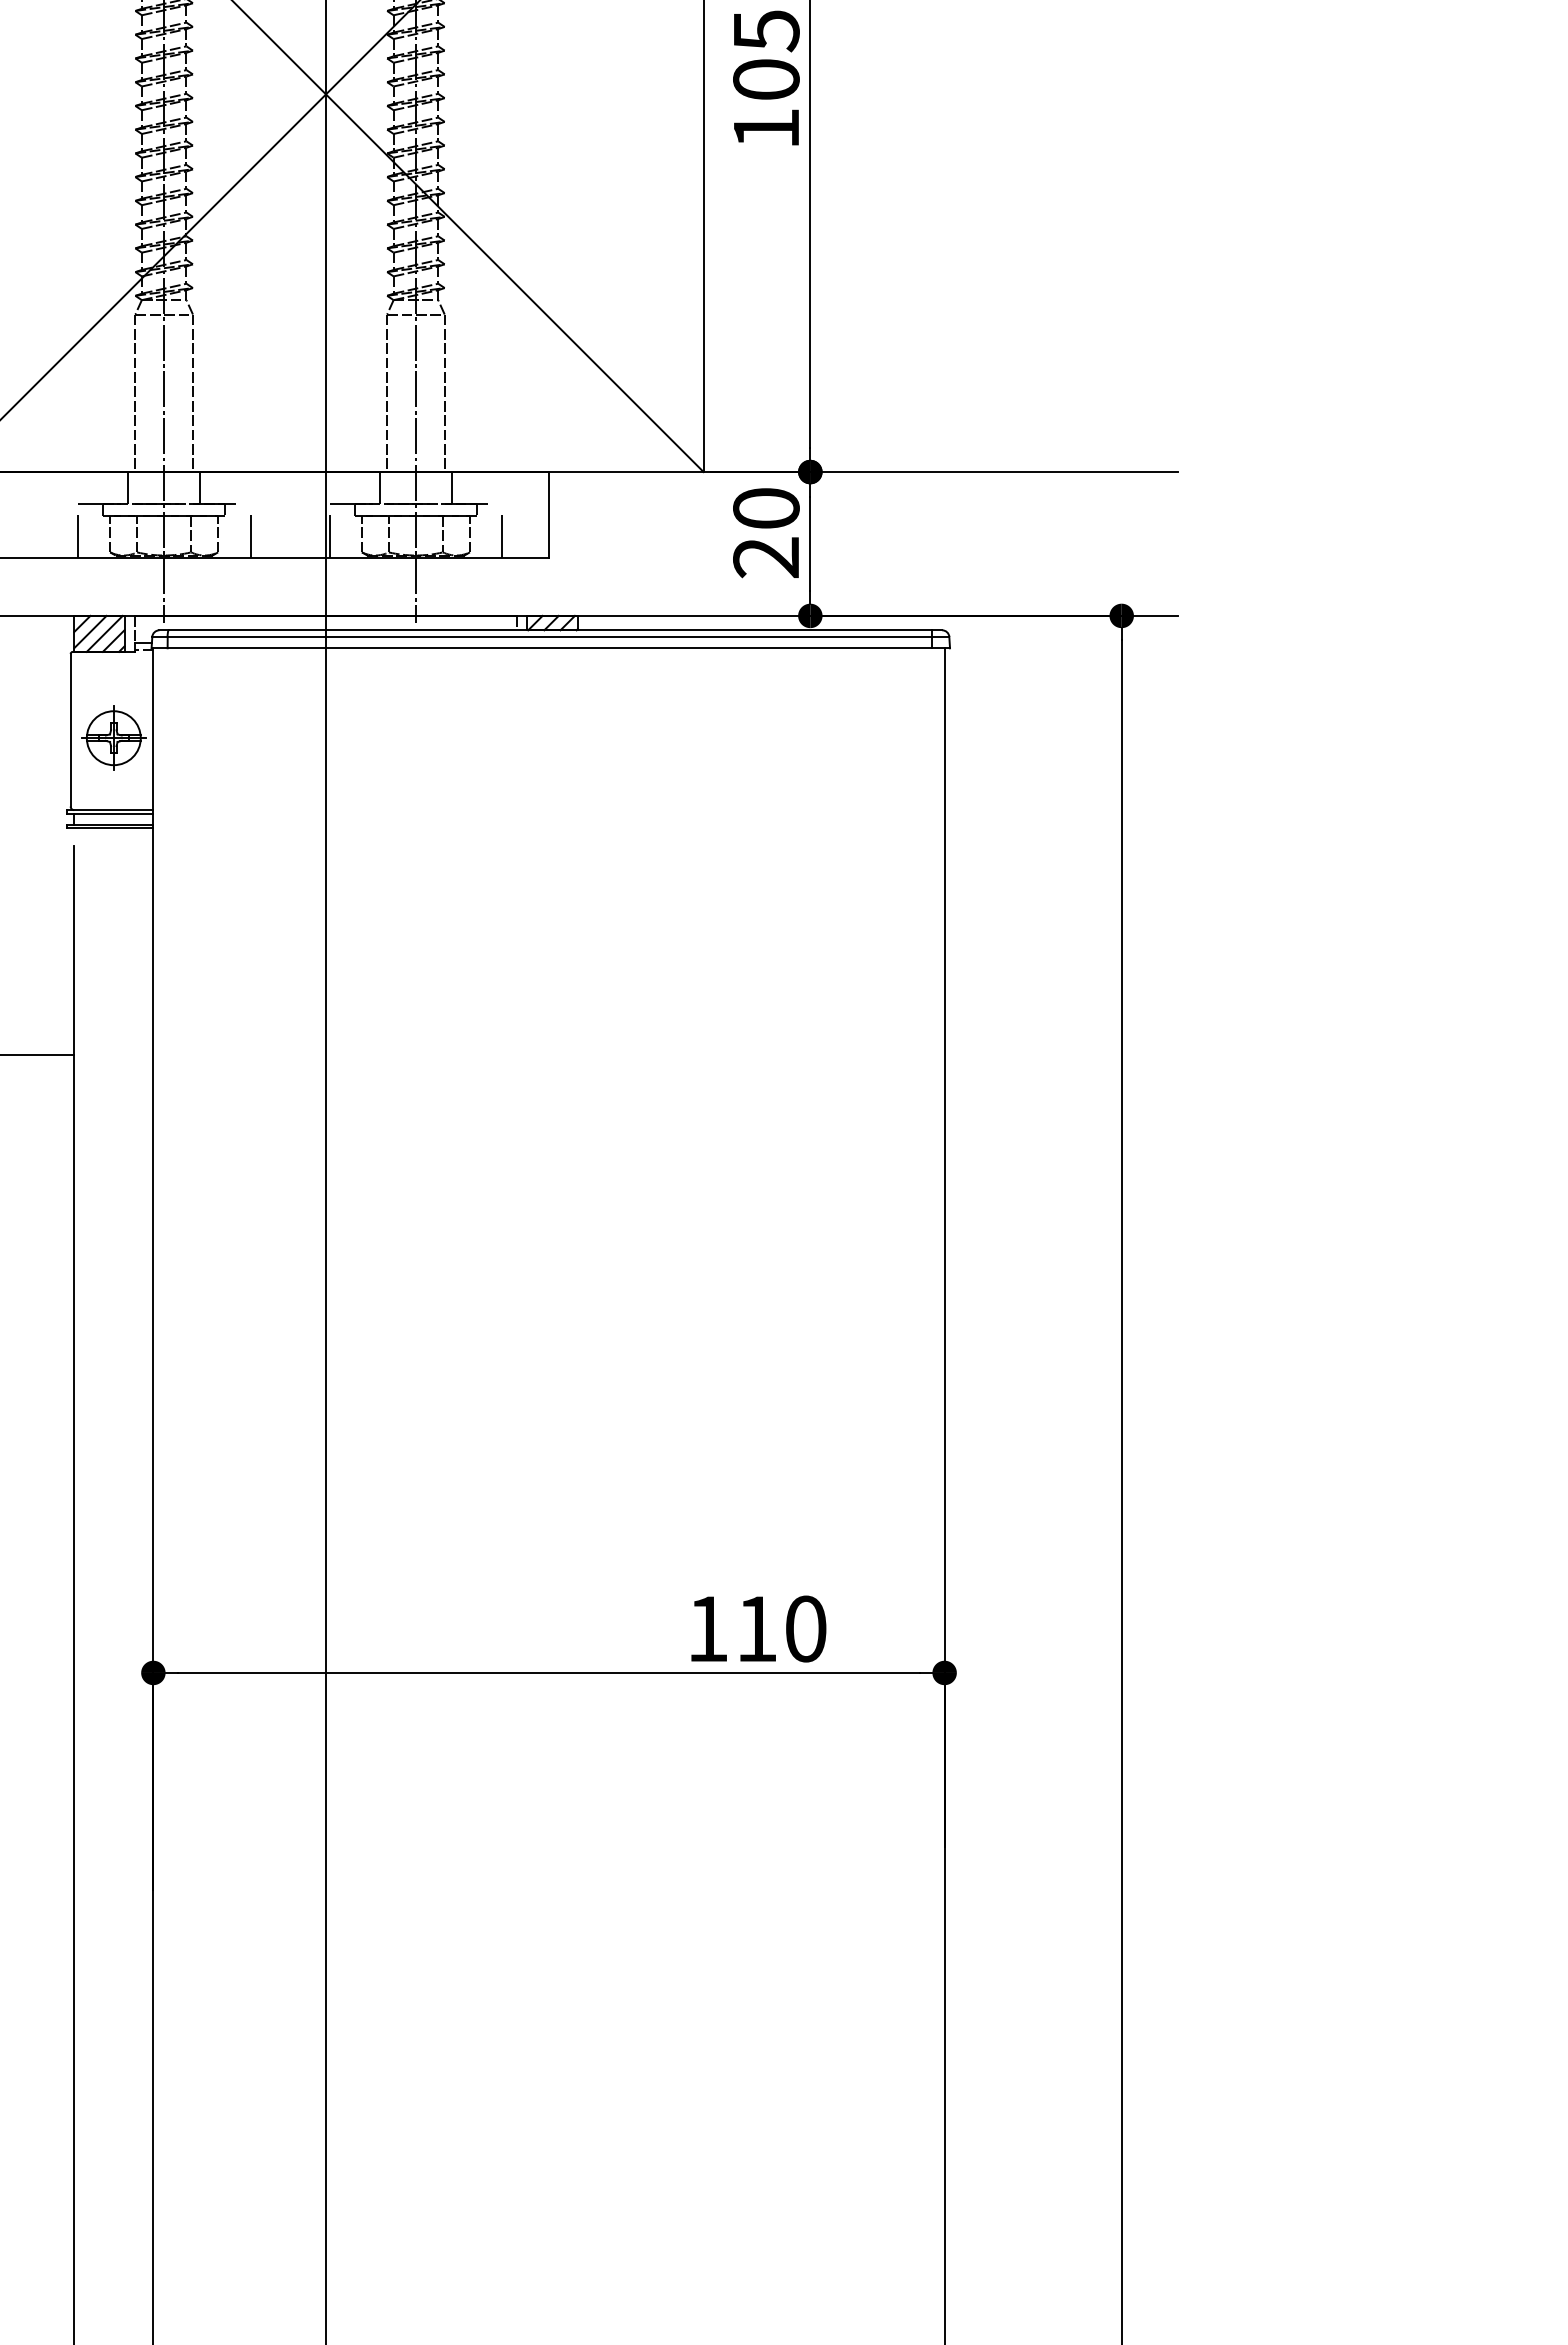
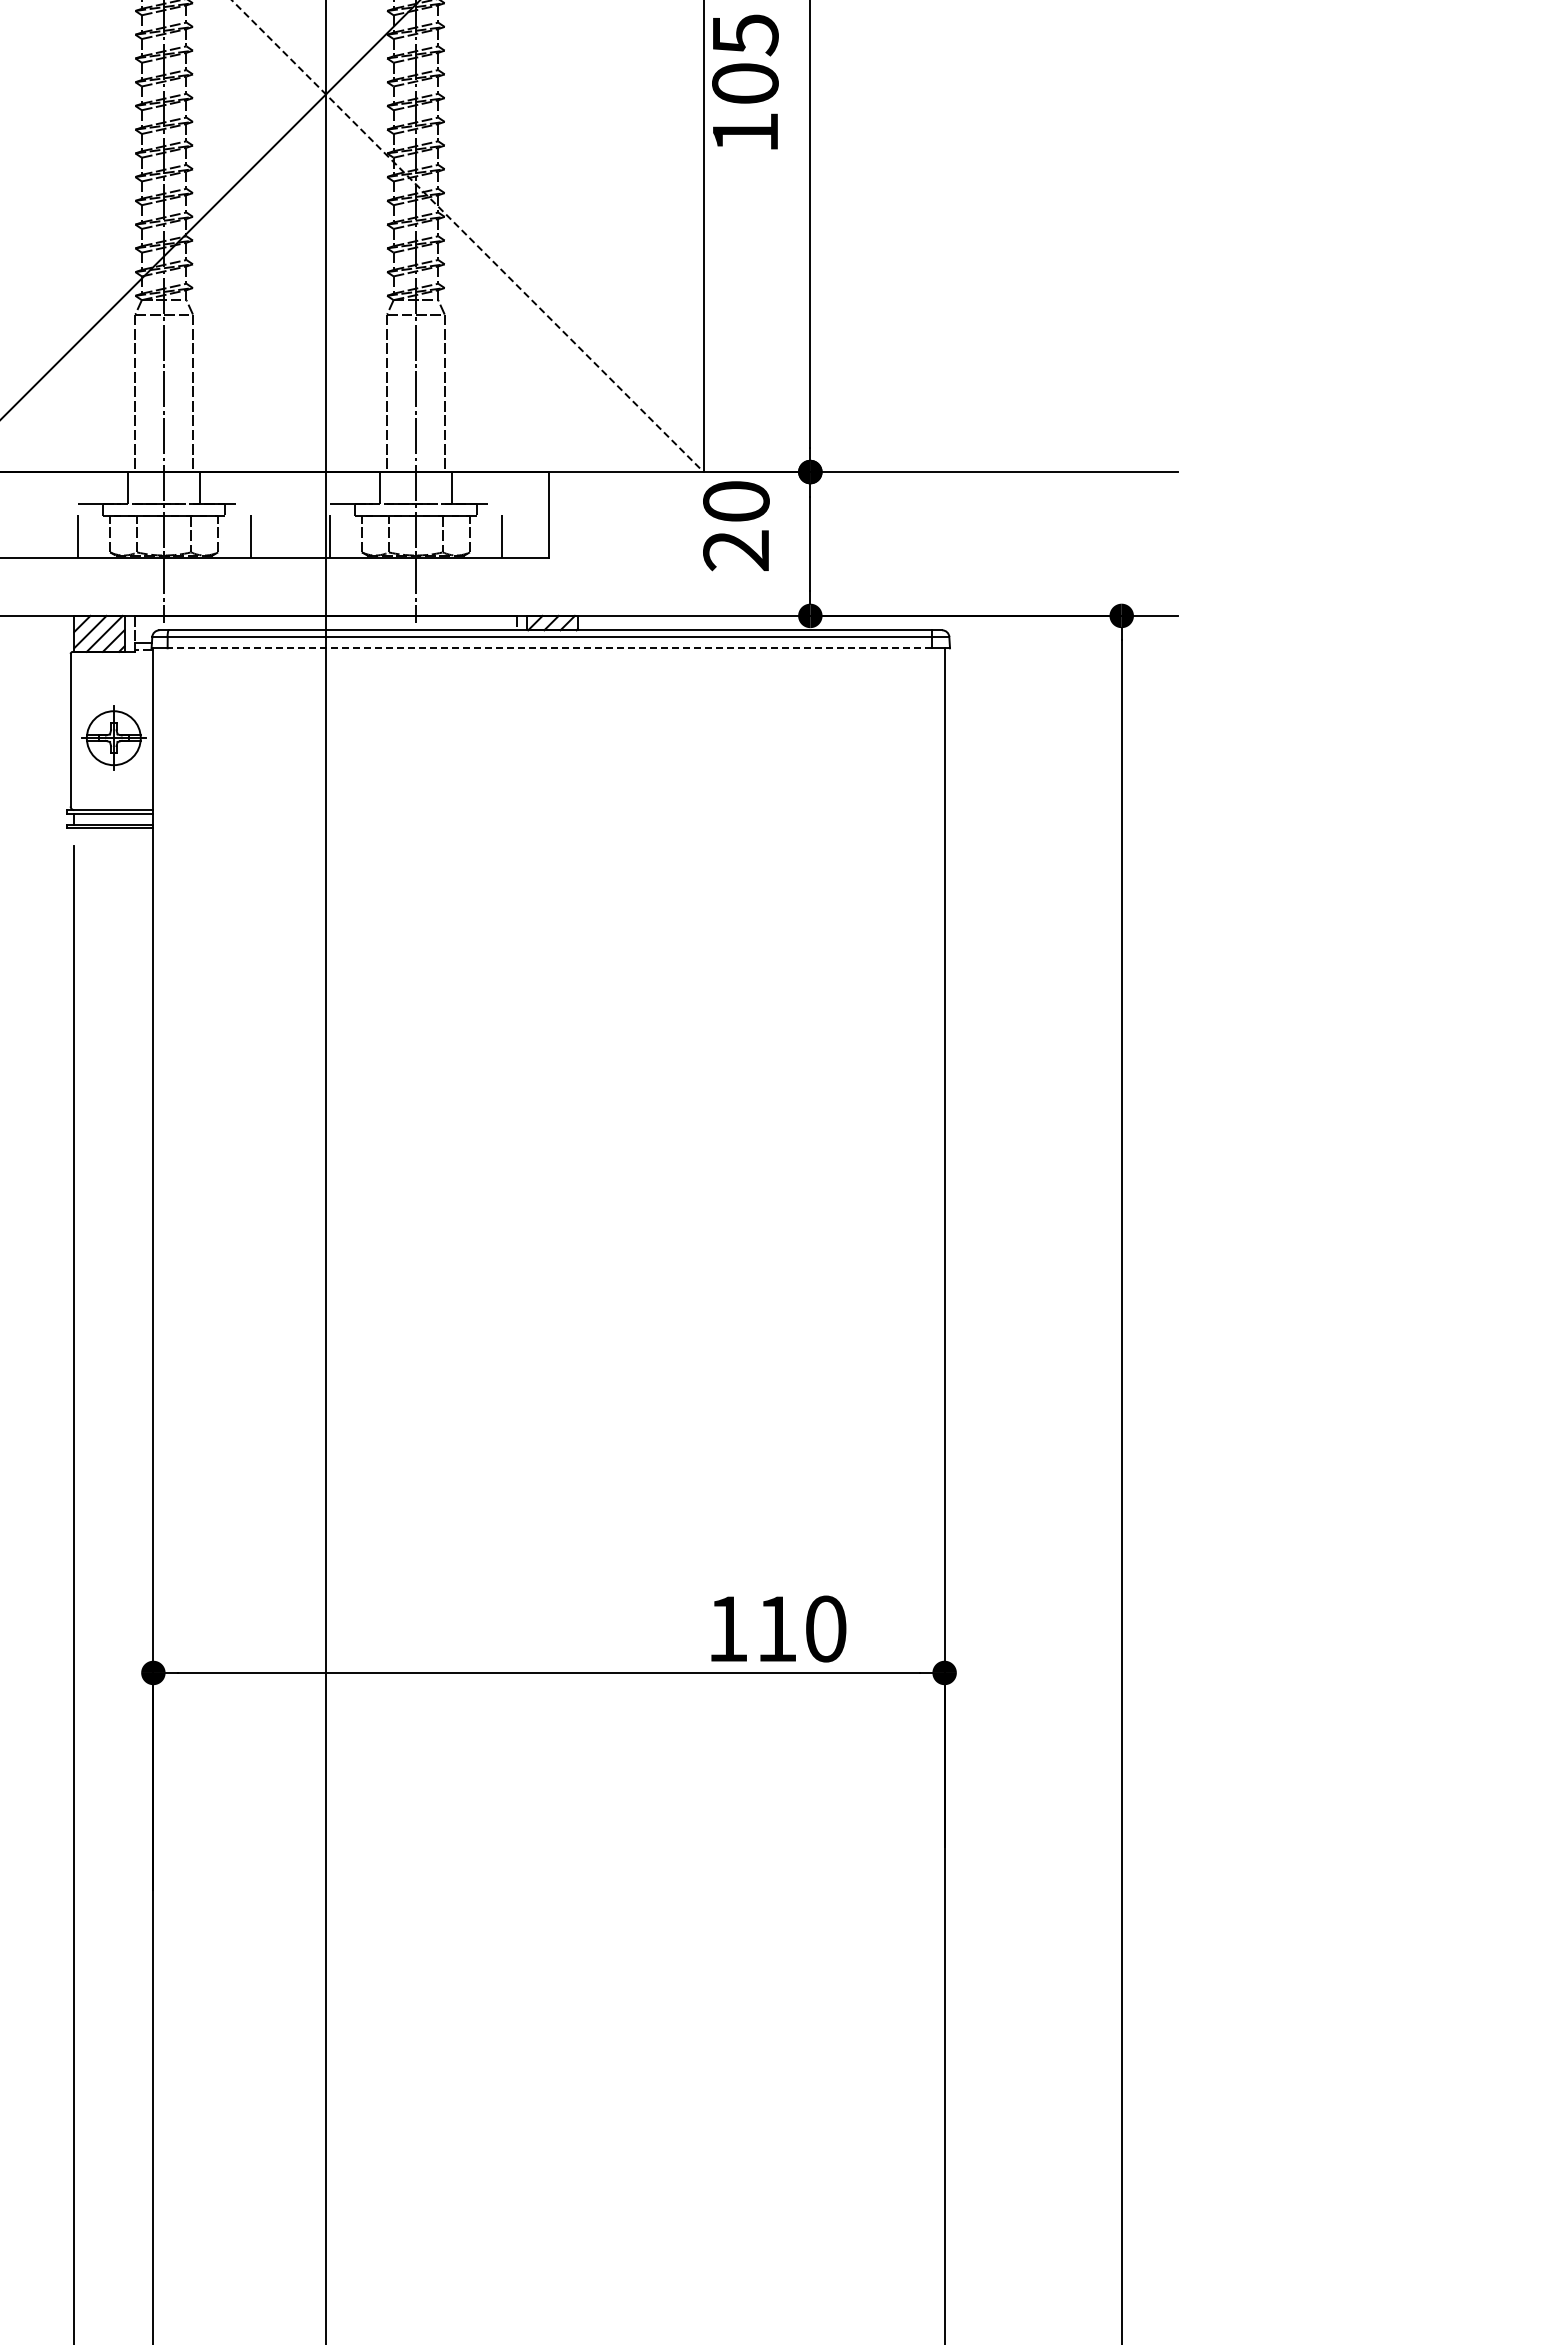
text at (766, 77) position: (766, 77) -> (745, 81)
line at (467, 236): solid -> dashed
text at (766, 533) position: (766, 533) -> (736, 526)
line at (549, 648): solid -> dashed
line at (38, 1054): present -> none
text at (758, 1628) position: (758, 1628) -> (778, 1628)
